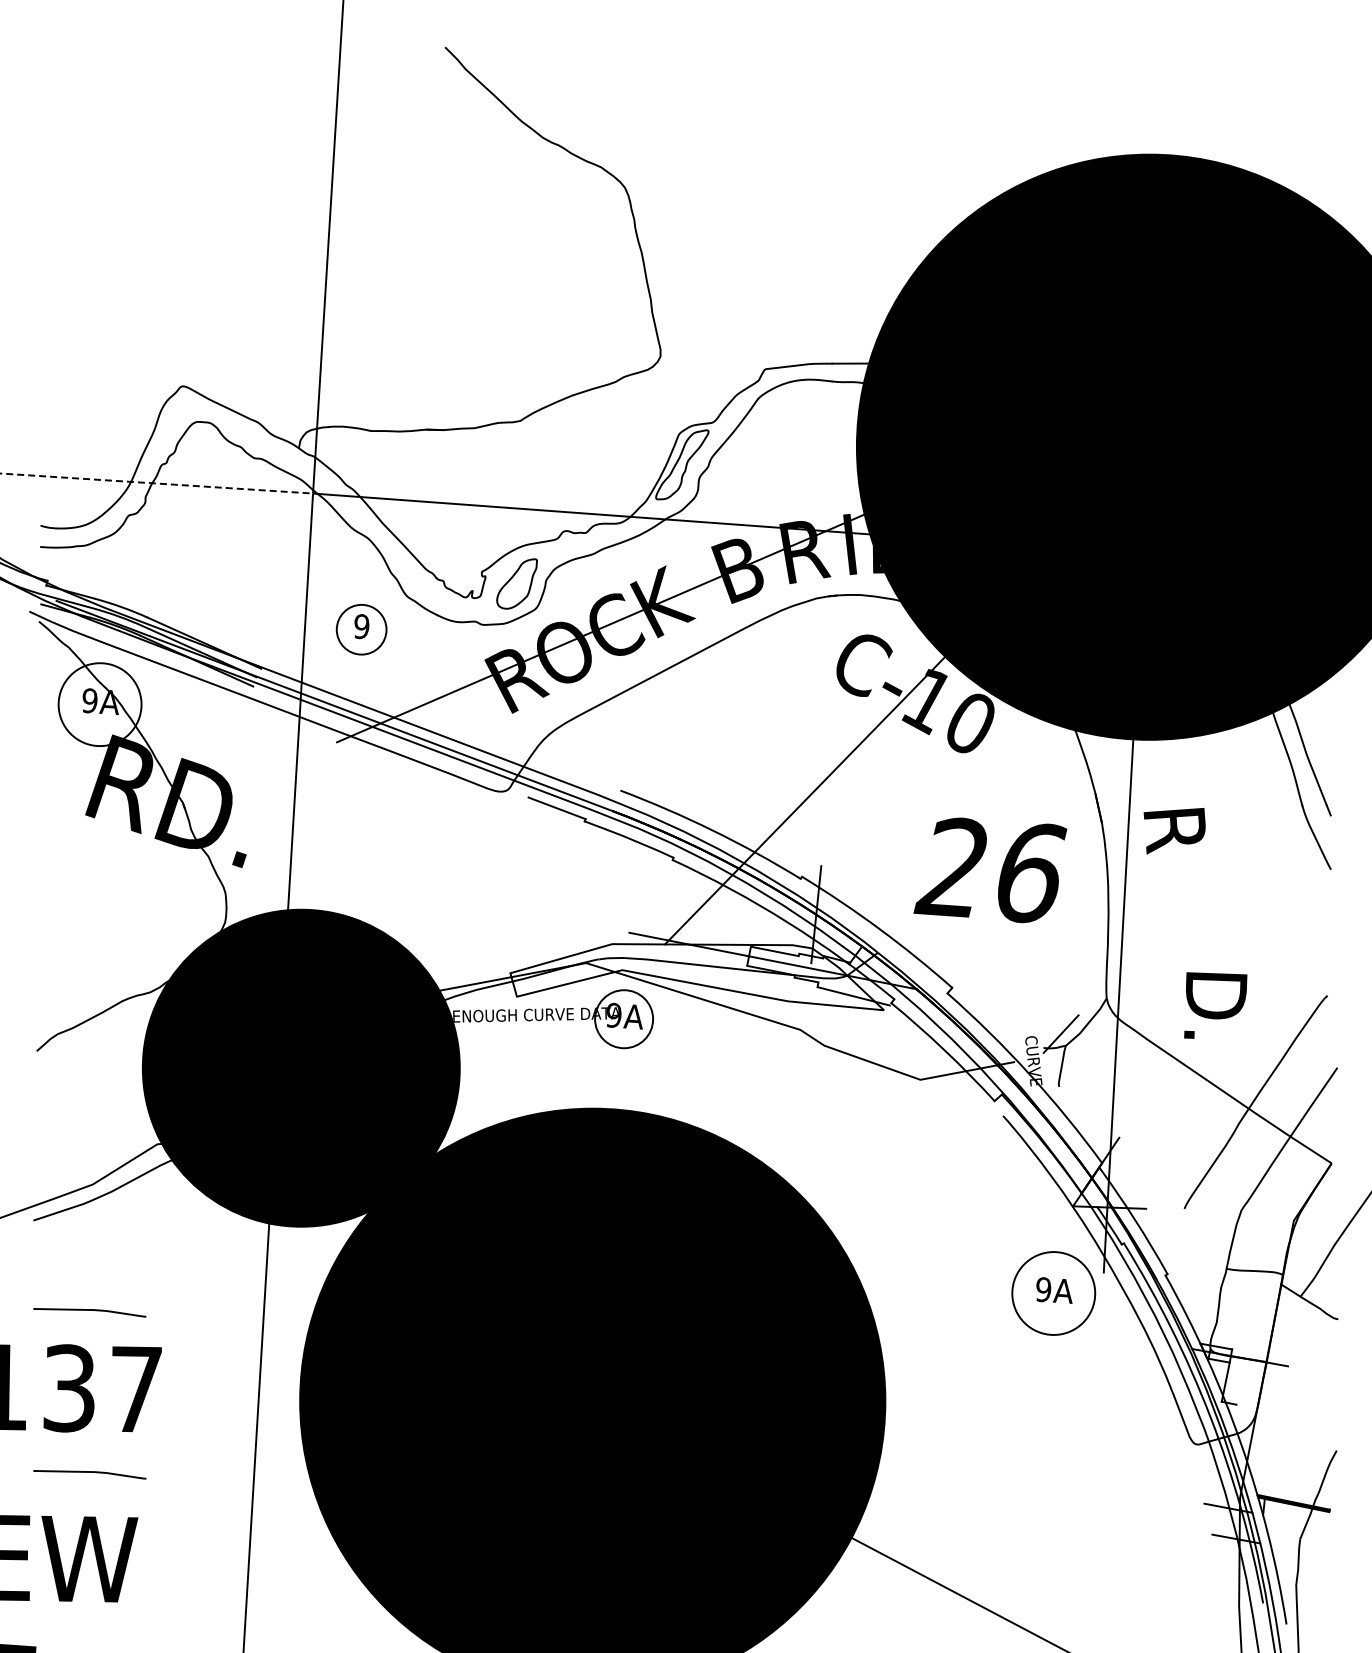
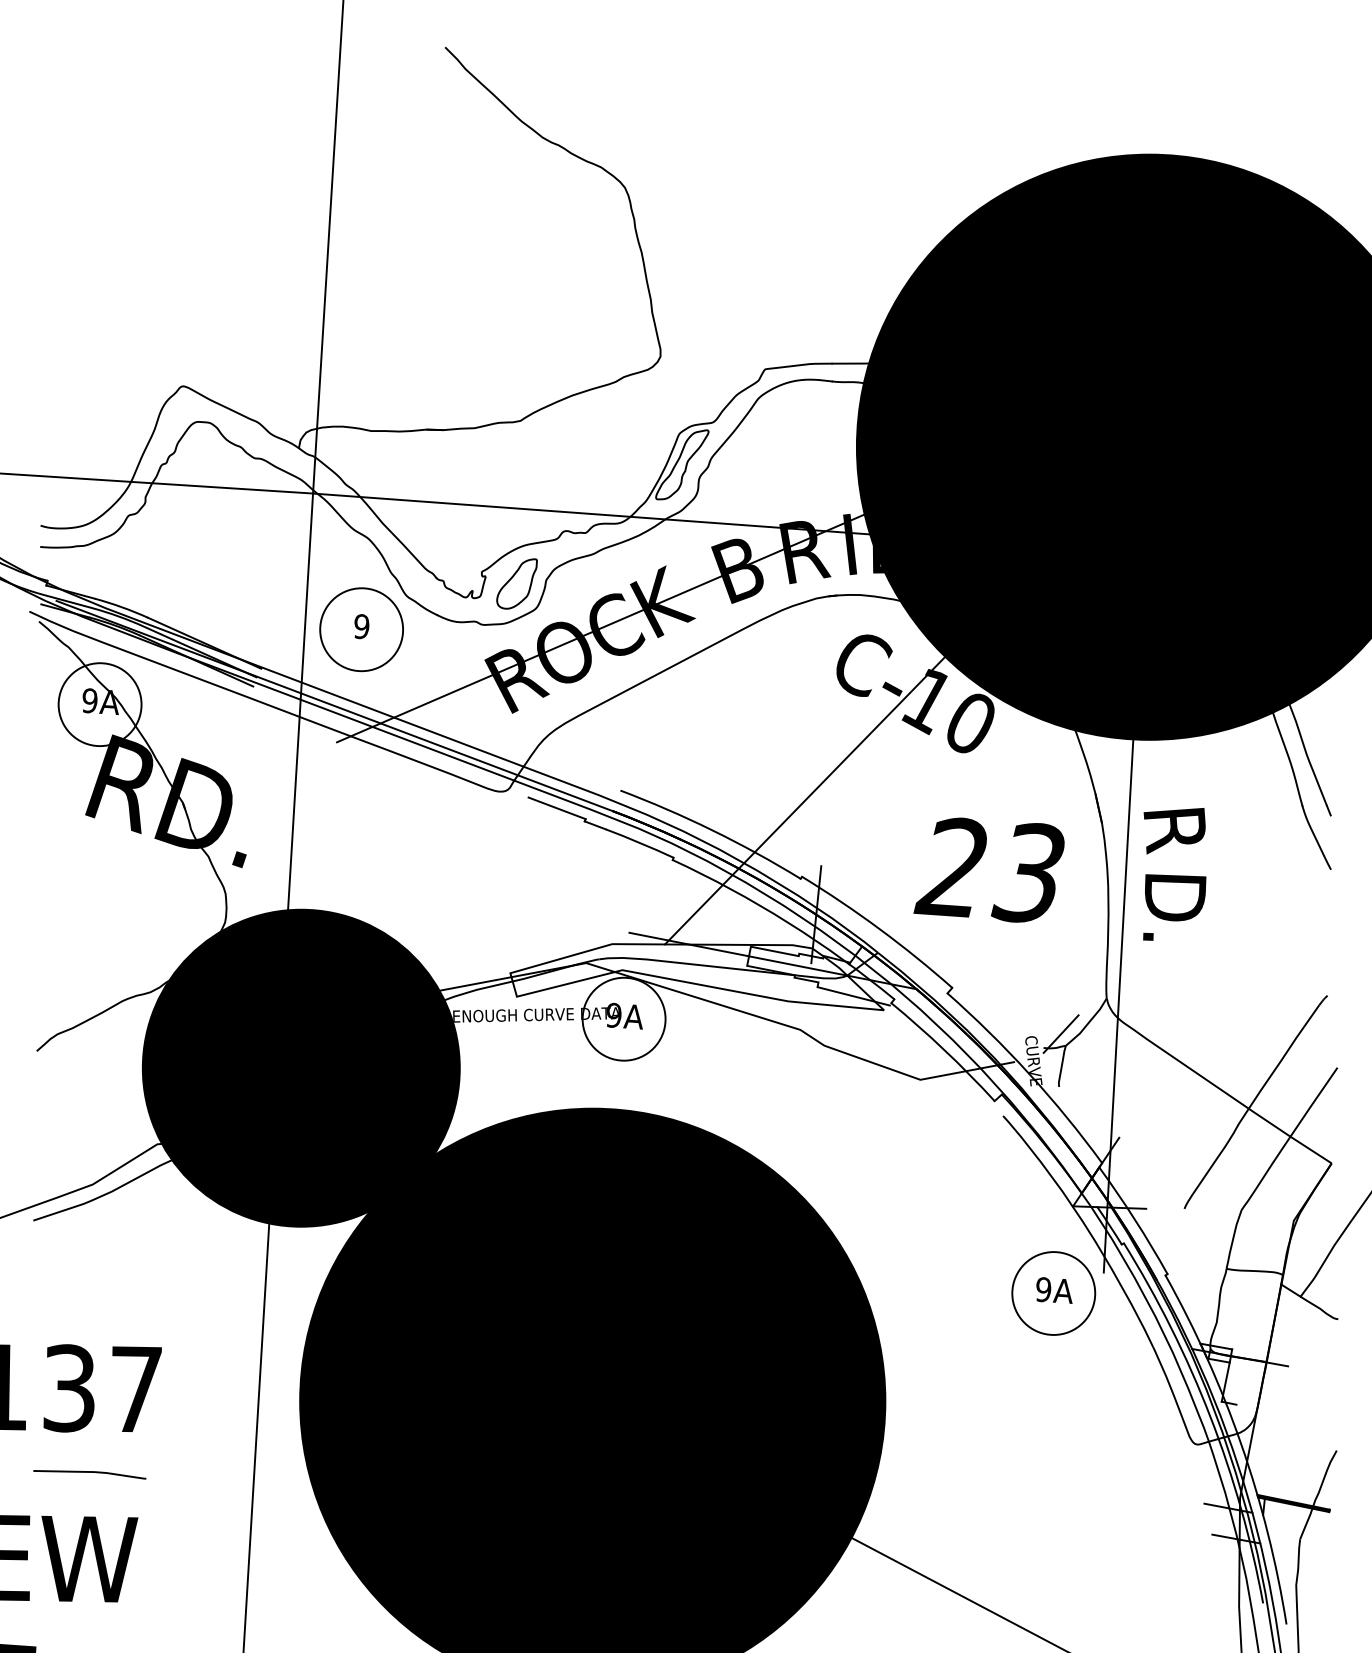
line at (157, 483): dashed -> solid
circle at (361, 629) diameter: 50 px -> 83 px
text at (1029, 873): 26 -> 23
text at (1215, 1005) position: (1215, 1005) -> (1174, 907)
circle at (624, 1019) diameter: 58 px -> 83 px
curve at (89, 1310): present -> none
